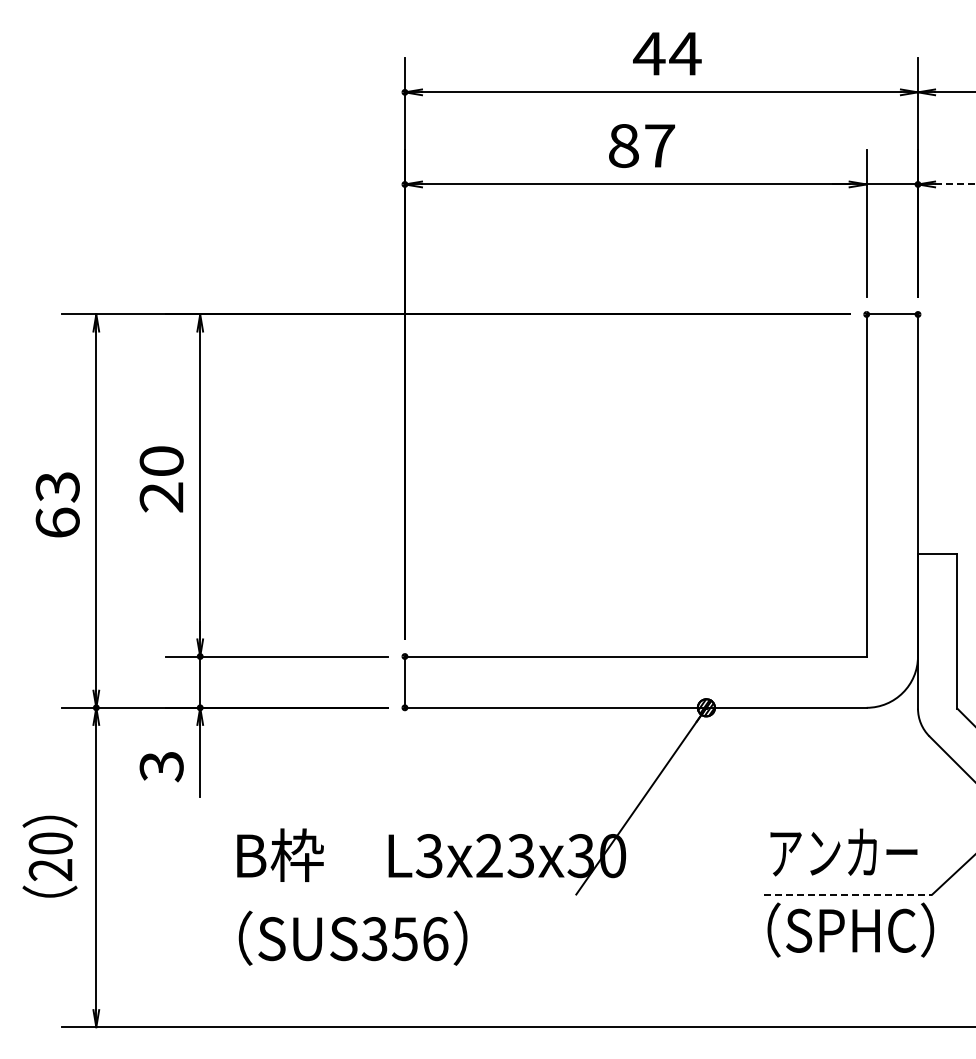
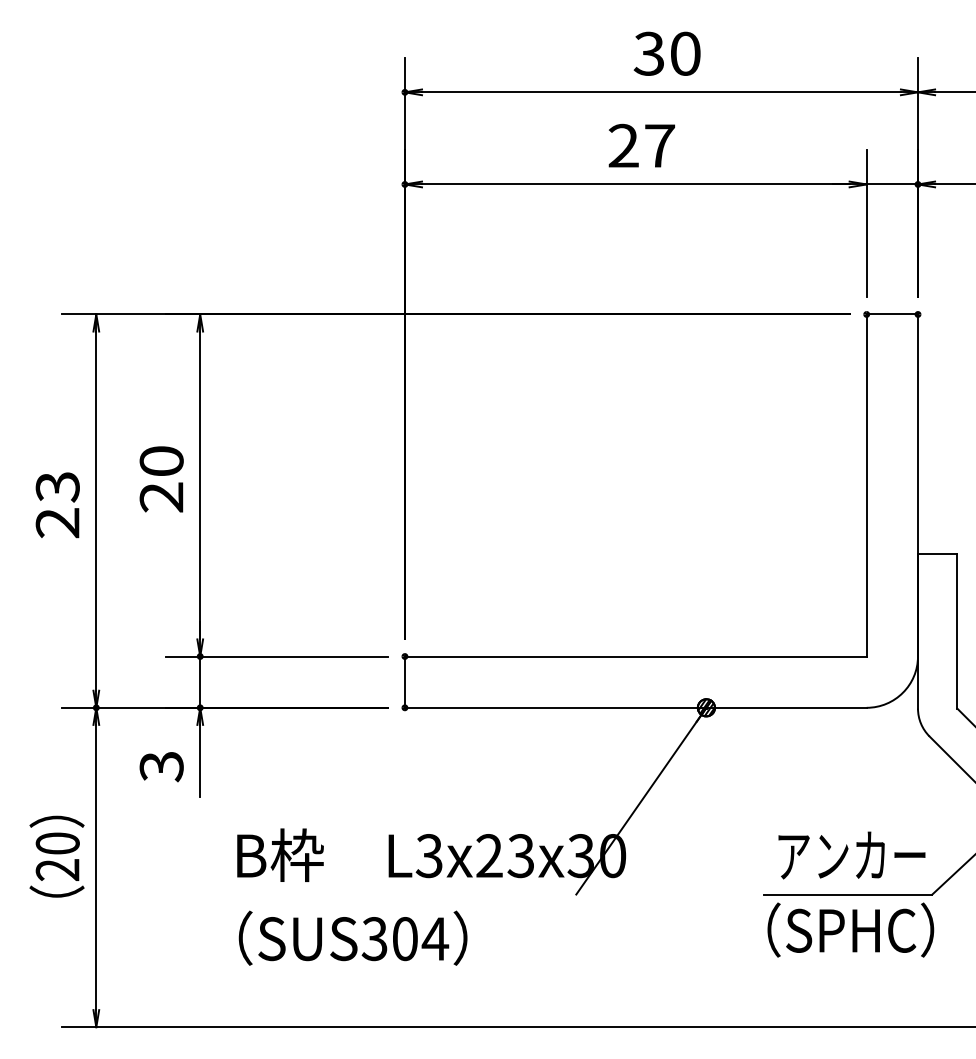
text at (667, 53): 44 -> 30
text at (623, 145): 87 -> 27
line at (955, 184): dashed -> solid
text at (57, 522): 63 -> 23
text at (843, 852) position: (843, 852) -> (851, 855)
text at (49, 856) position: (49, 856) -> (56, 856)
line at (848, 894): dashed -> solid
text at (420, 939): SUS356 -> SUS304
